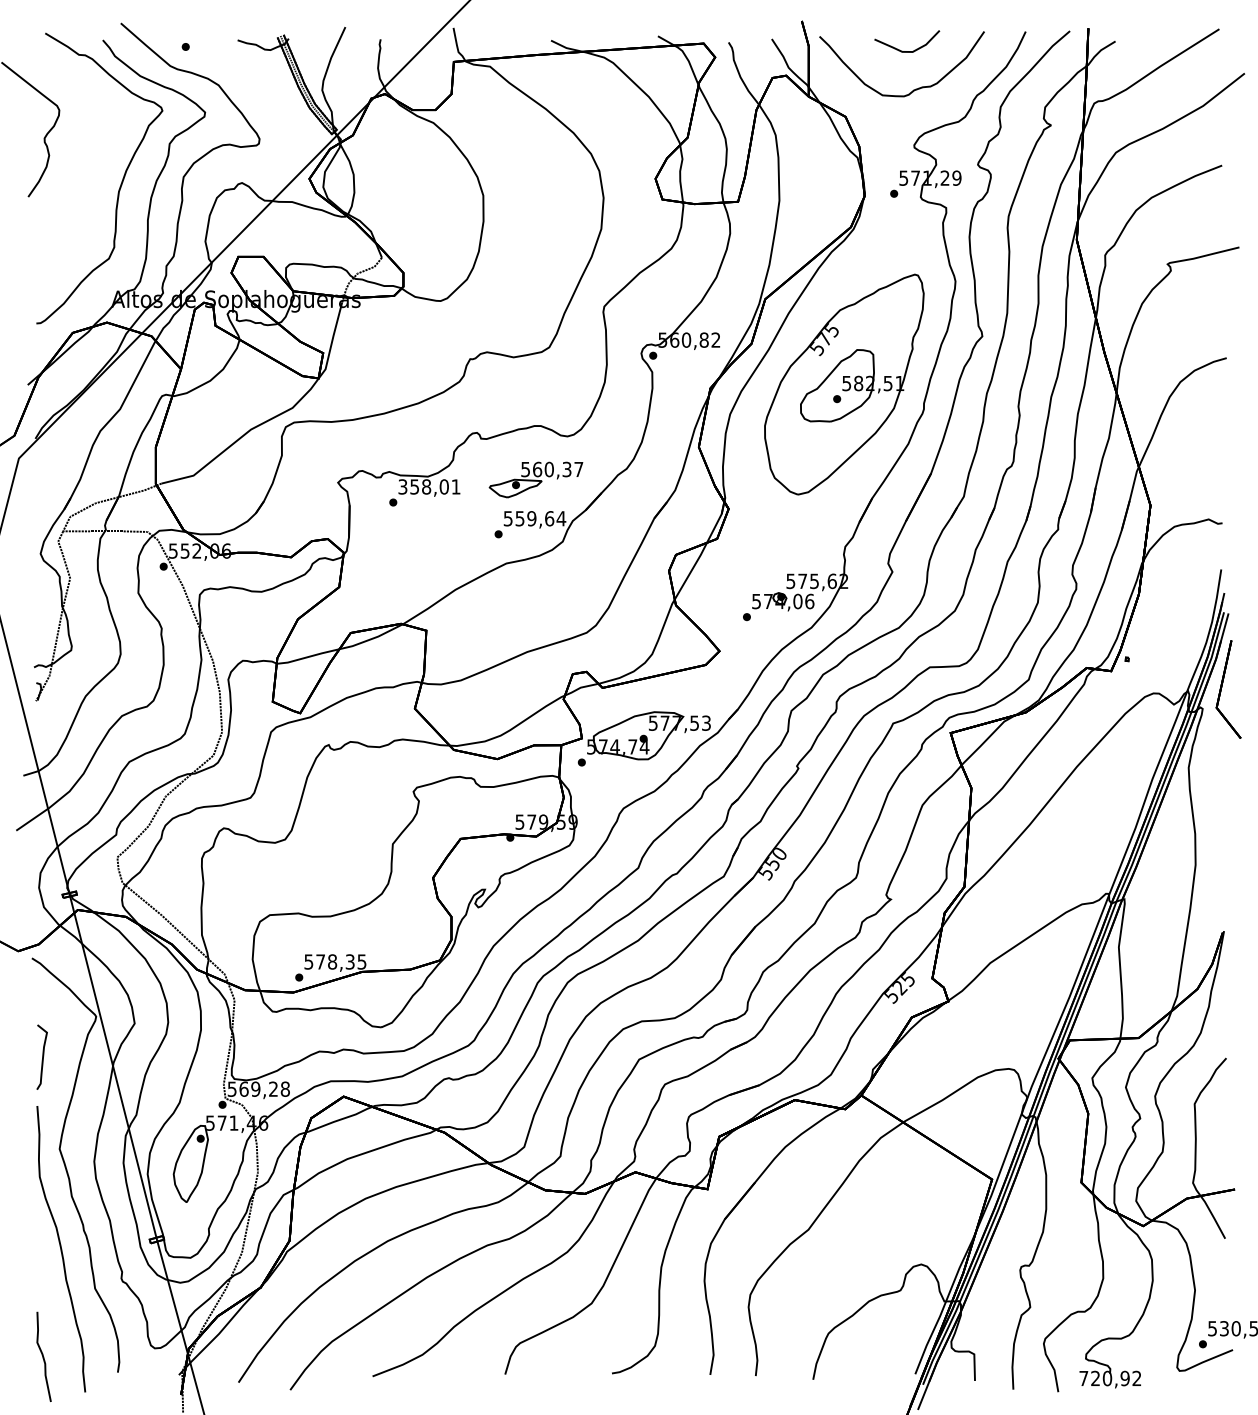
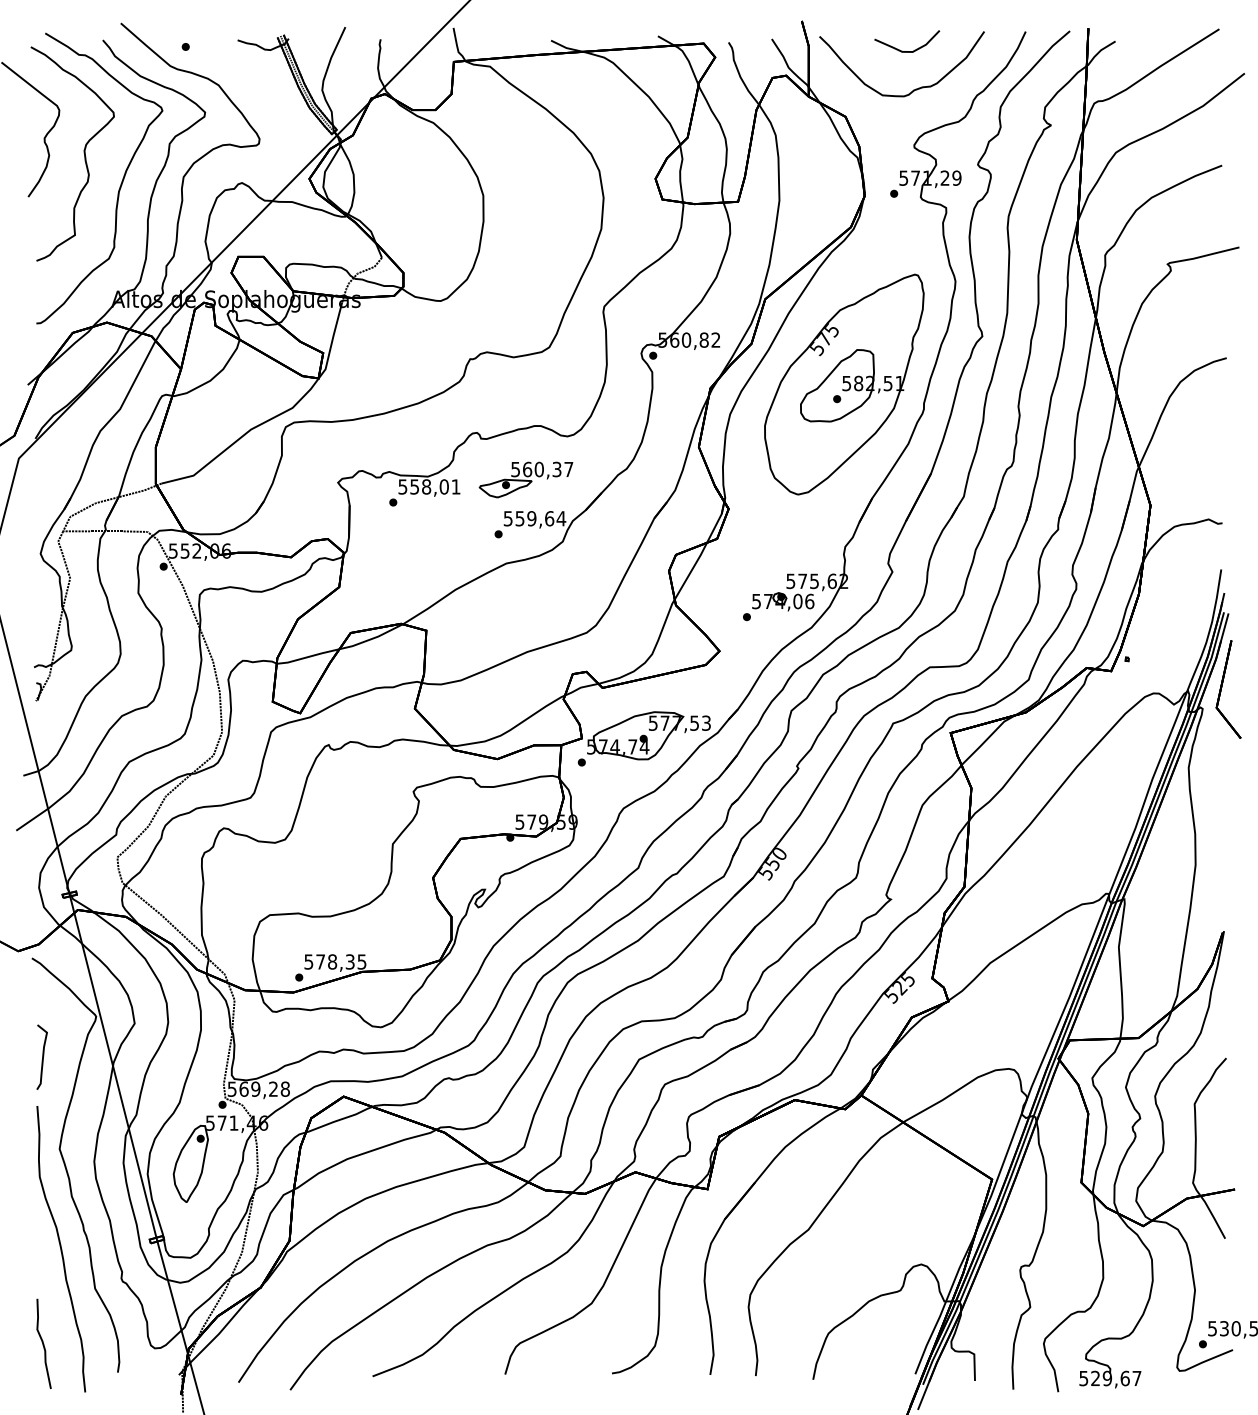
part at (83, 153): none -> present
part at (535, 479) position: (535, 479) -> (525, 479)
text at (403, 486): 358,01 -> 558,01
curve at (43, 1356) position: (43, 1356) -> (43, 1343)
text at (1110, 1378): 720,92 -> 529,67
